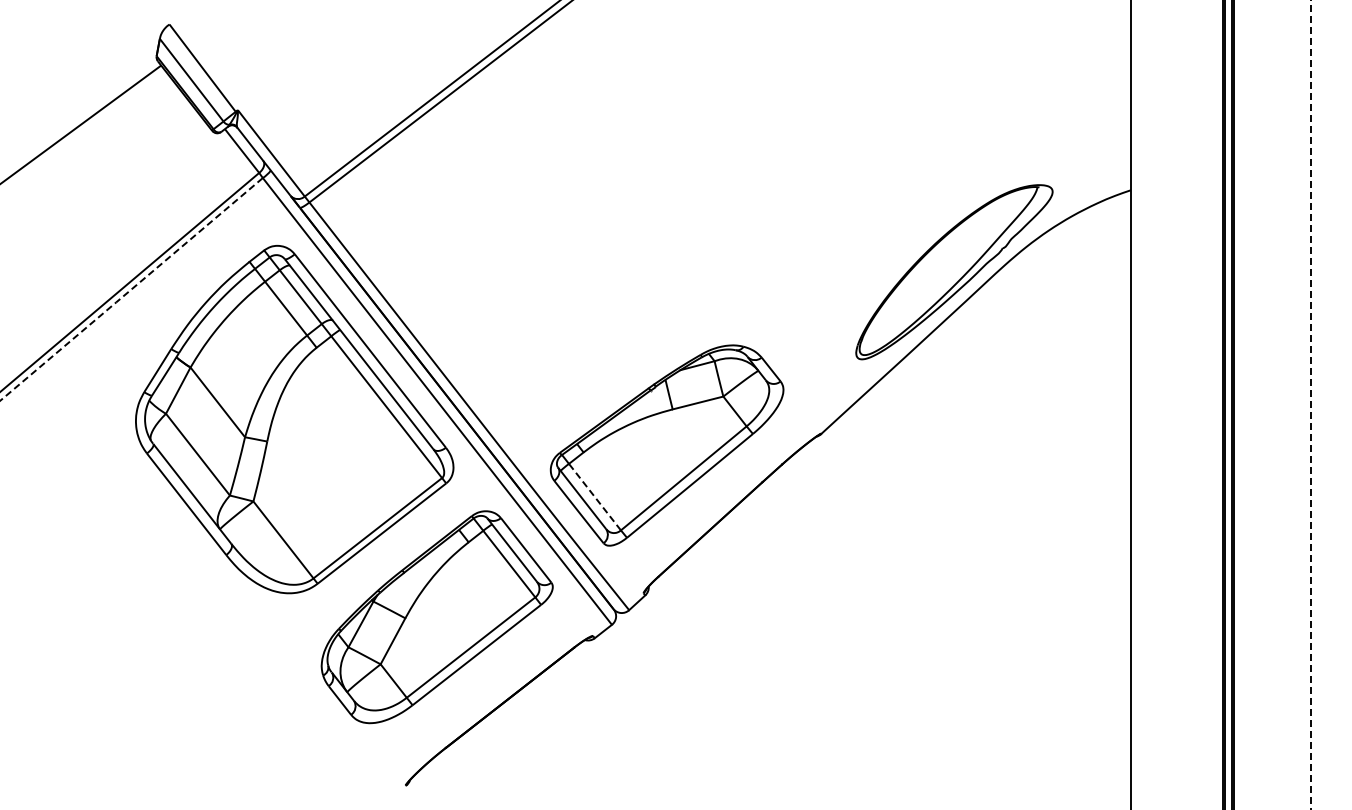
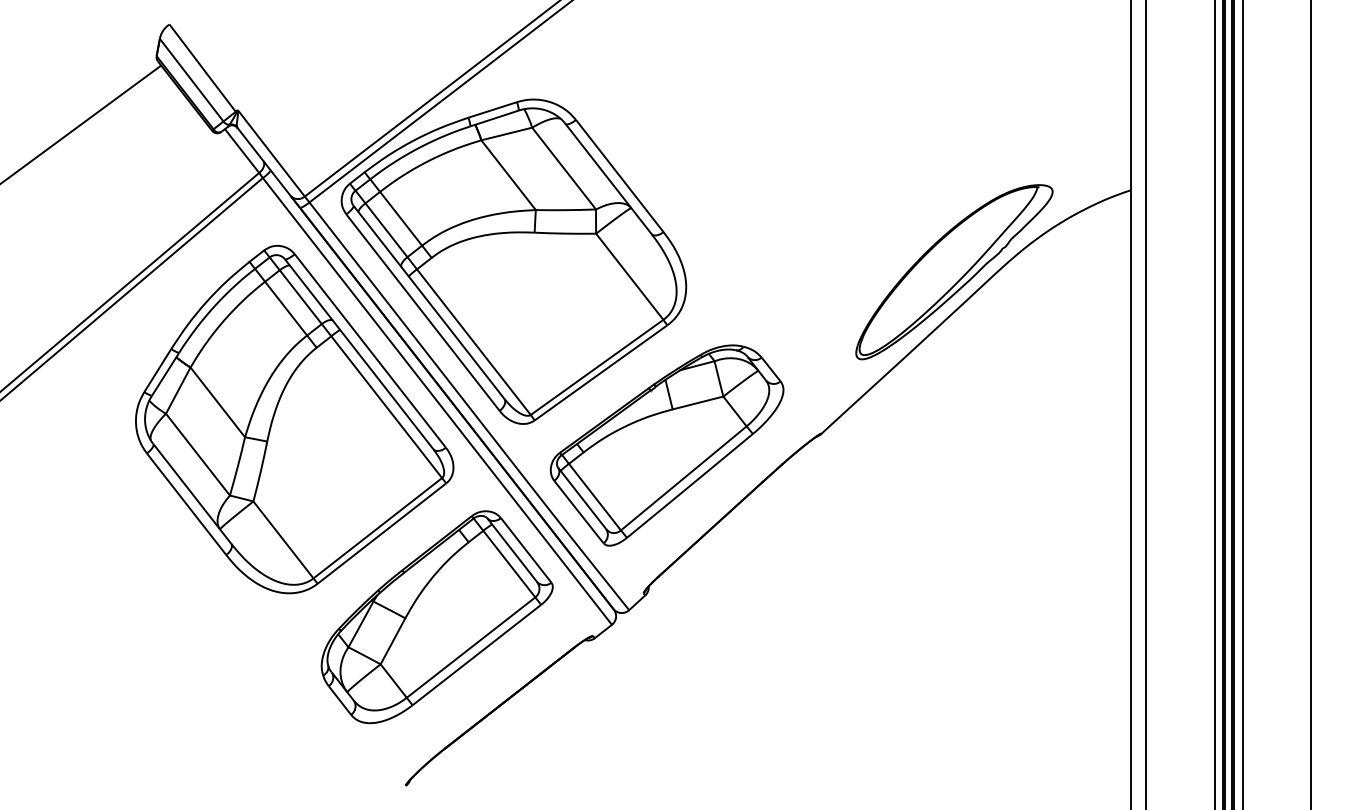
part at (513, 261): none -> present
line at (131, 289): dashed -> solid
line at (1146, 404): none -> present
line at (1214, 404): none -> present
line at (1242, 404): none -> present
line at (1311, 405): dashed -> solid
line at (594, 496): dashed -> solid
